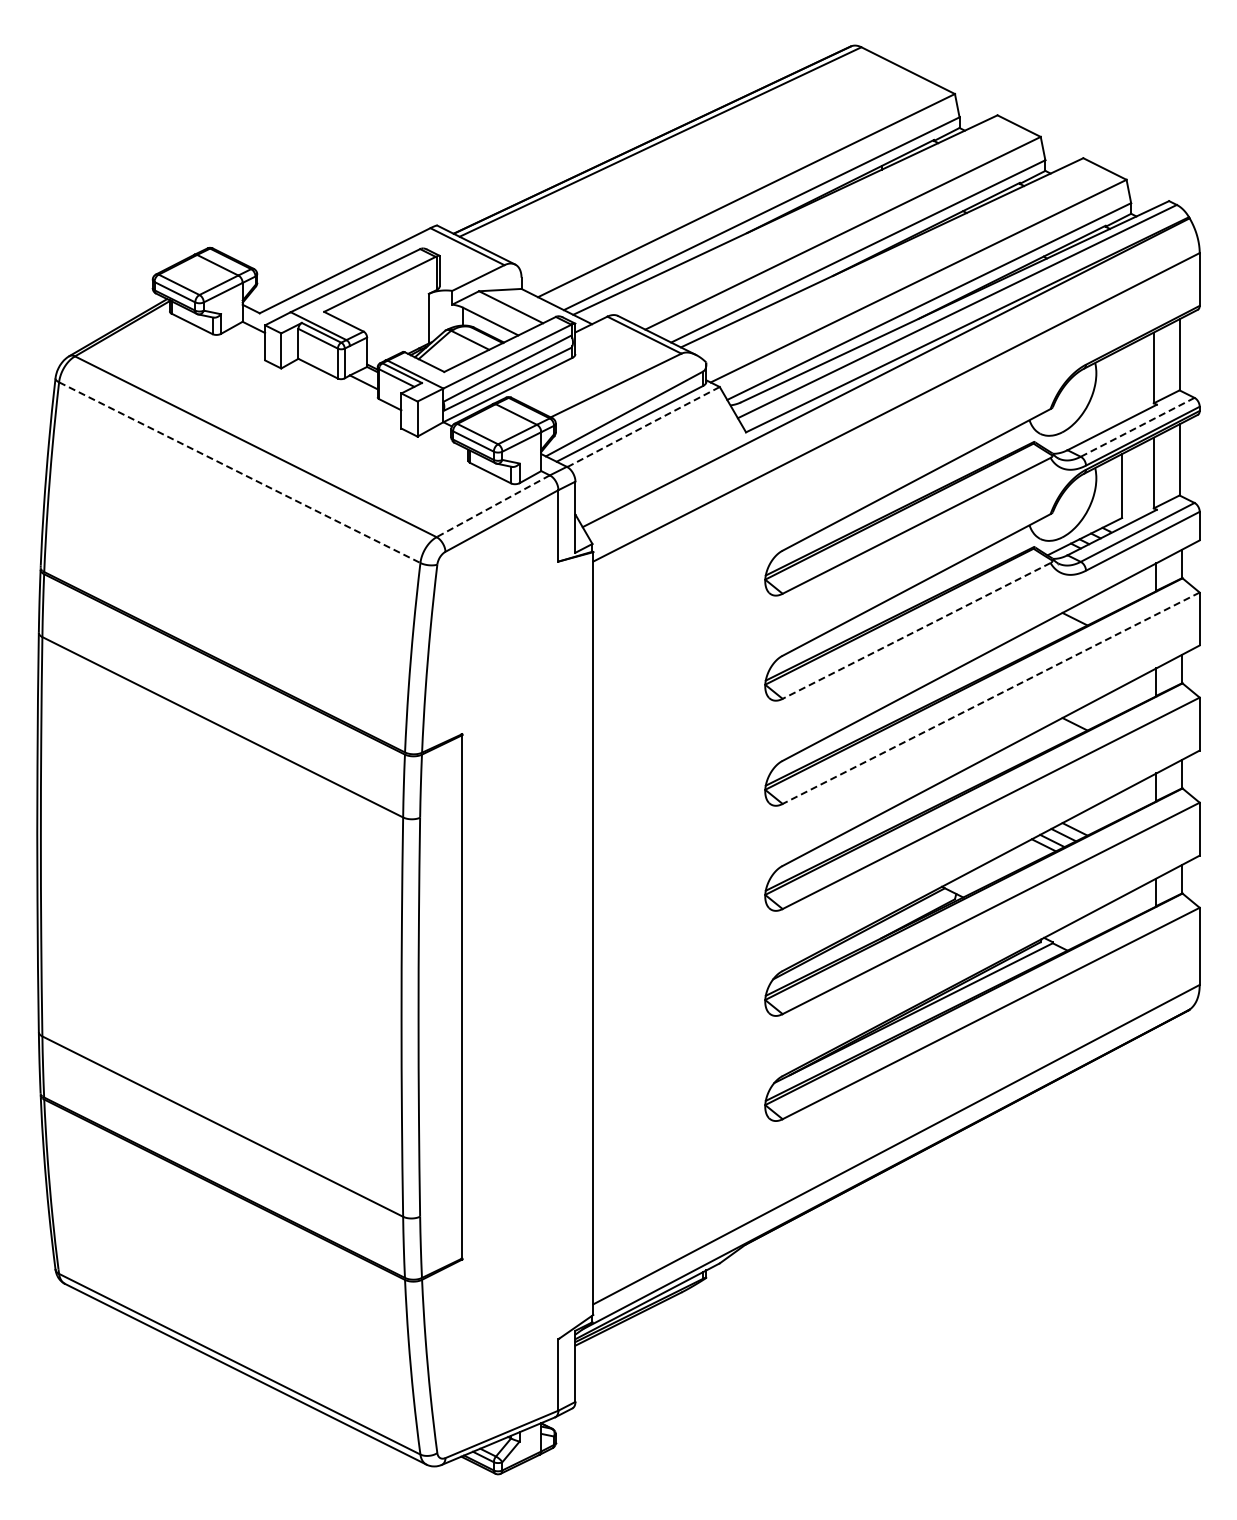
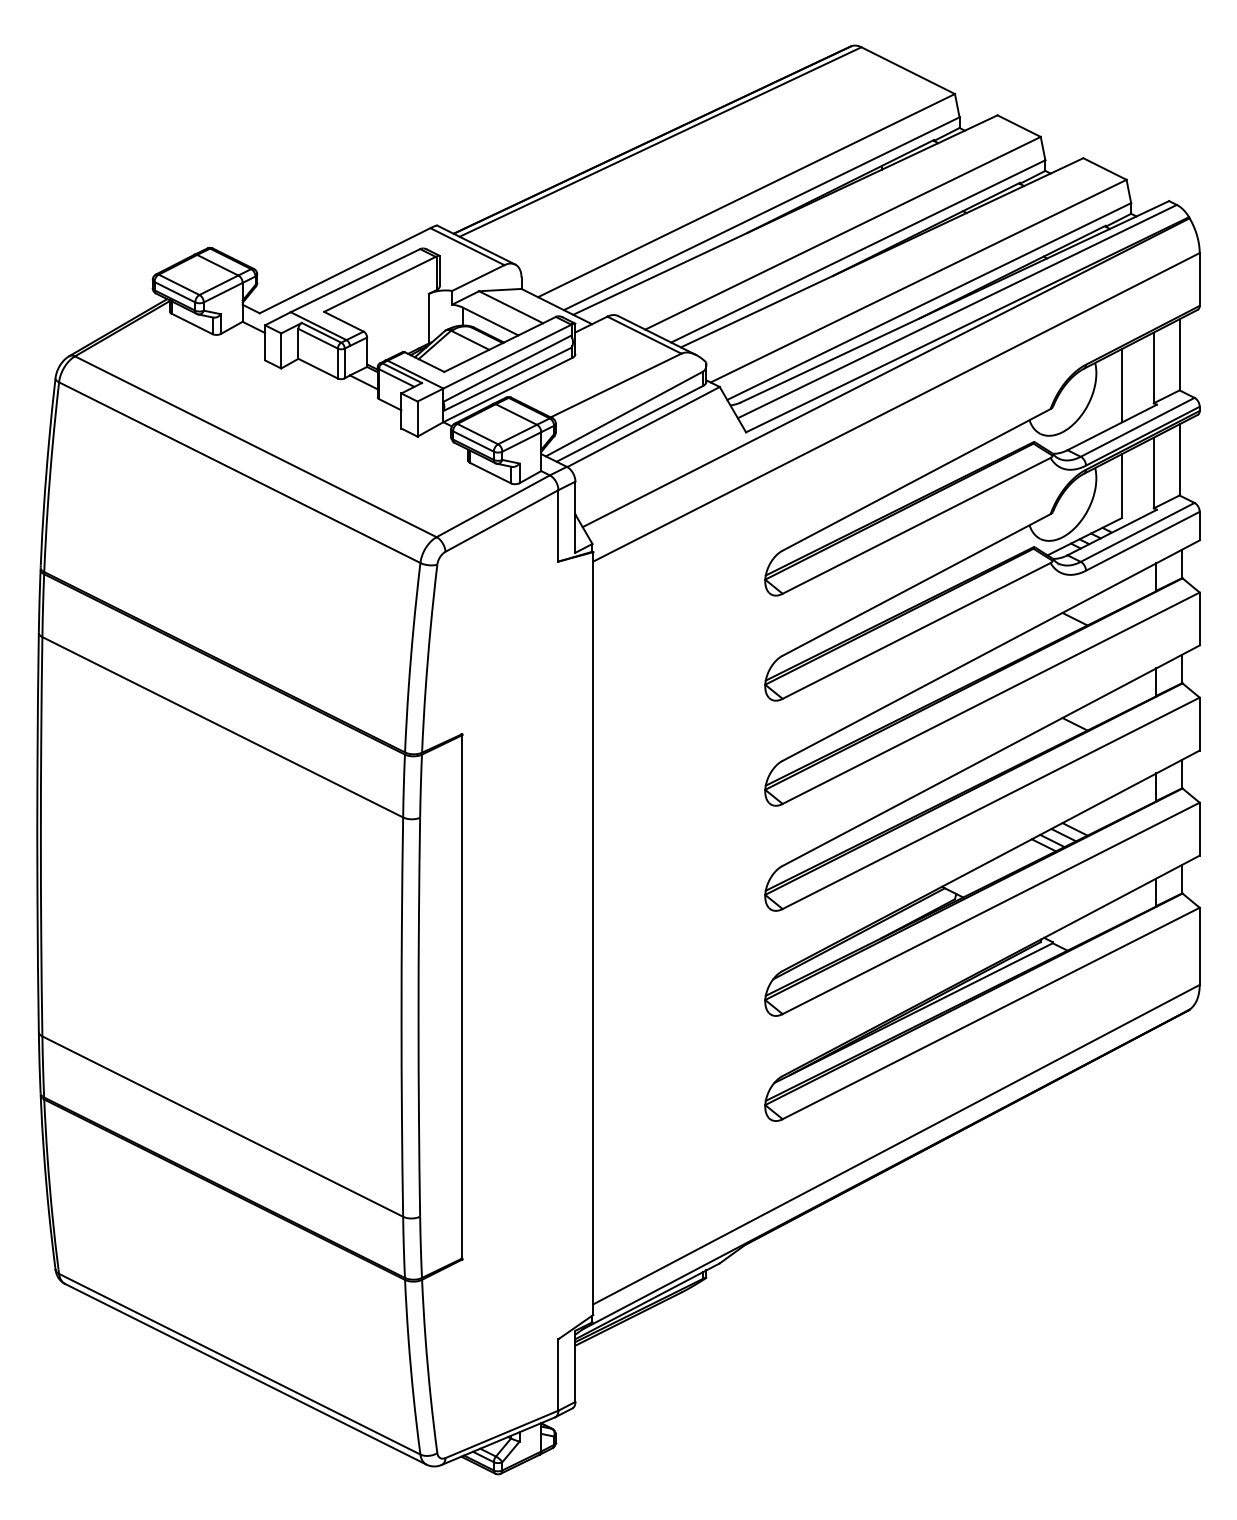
line at (1122, 385): none -> present
line at (643, 426): dashed -> solid
line at (1137, 427): dashed -> solid
line at (239, 472): dashed -> solid
line at (492, 506): dashed -> solid
line at (916, 631): dashed -> solid
line at (991, 698): dashed -> solid
